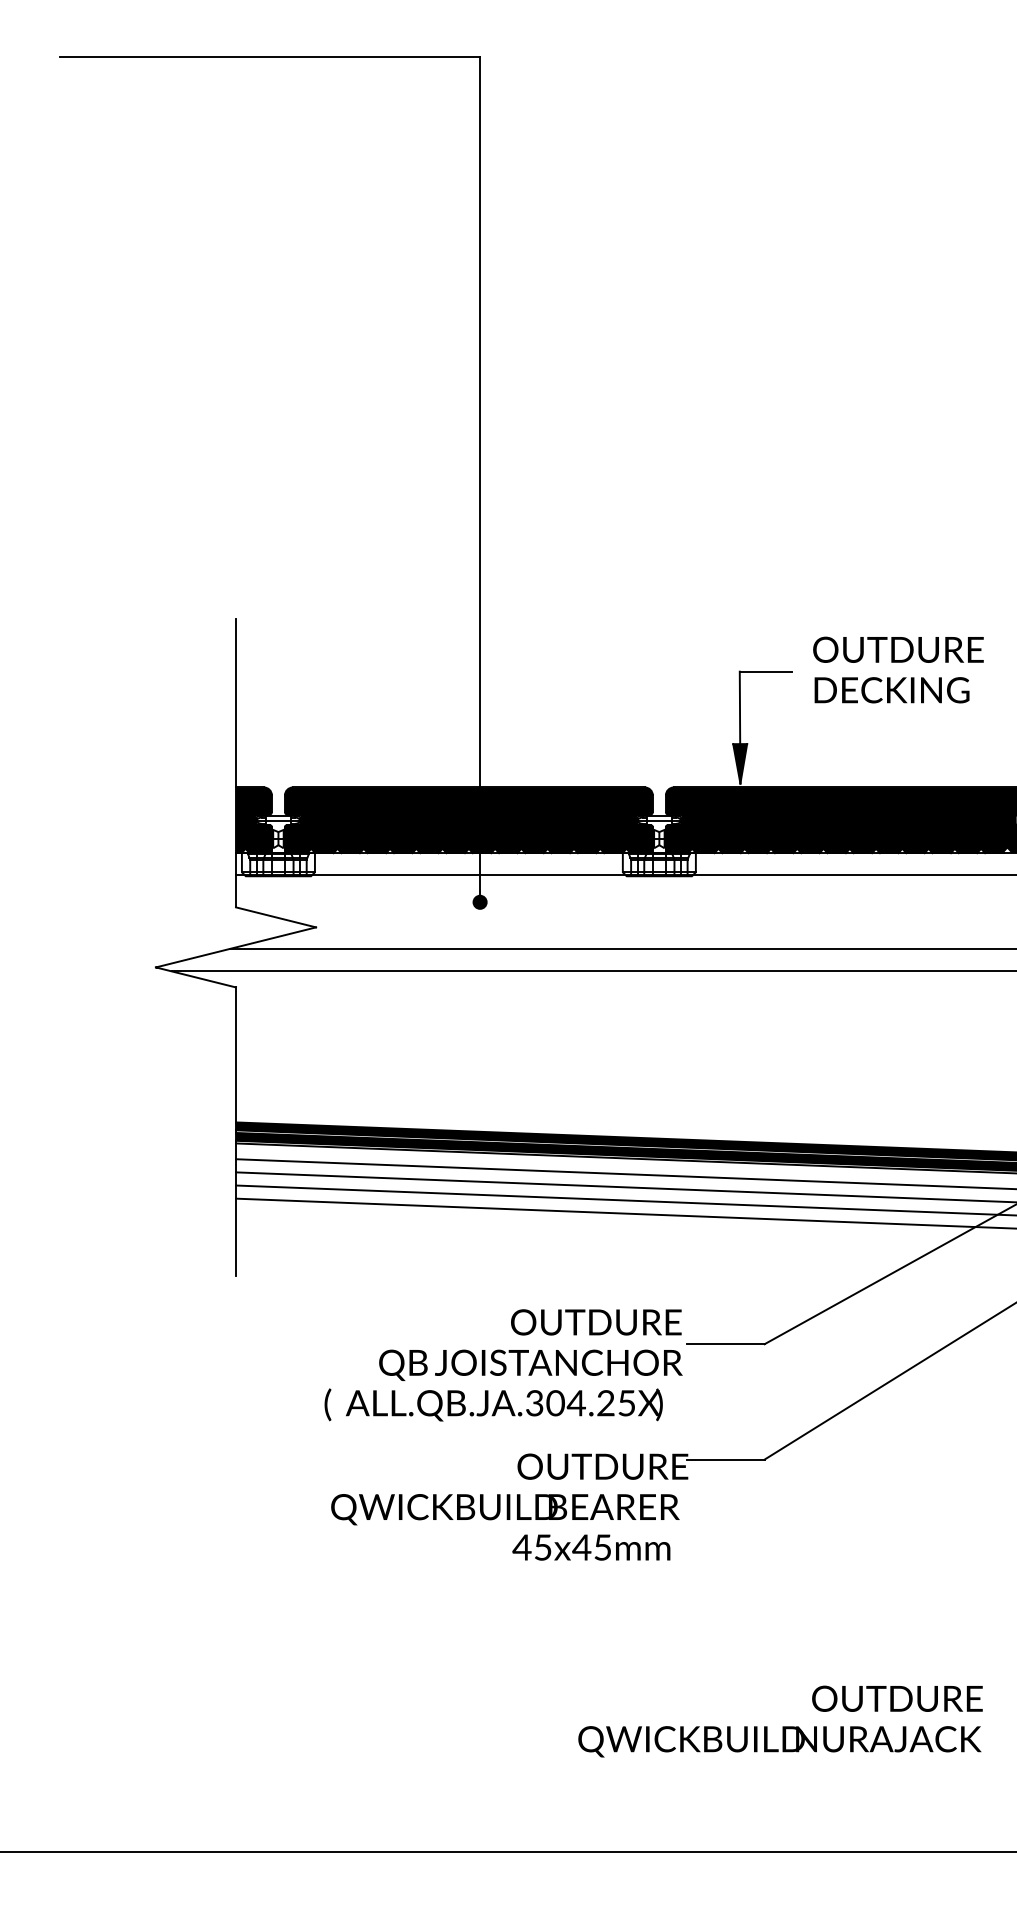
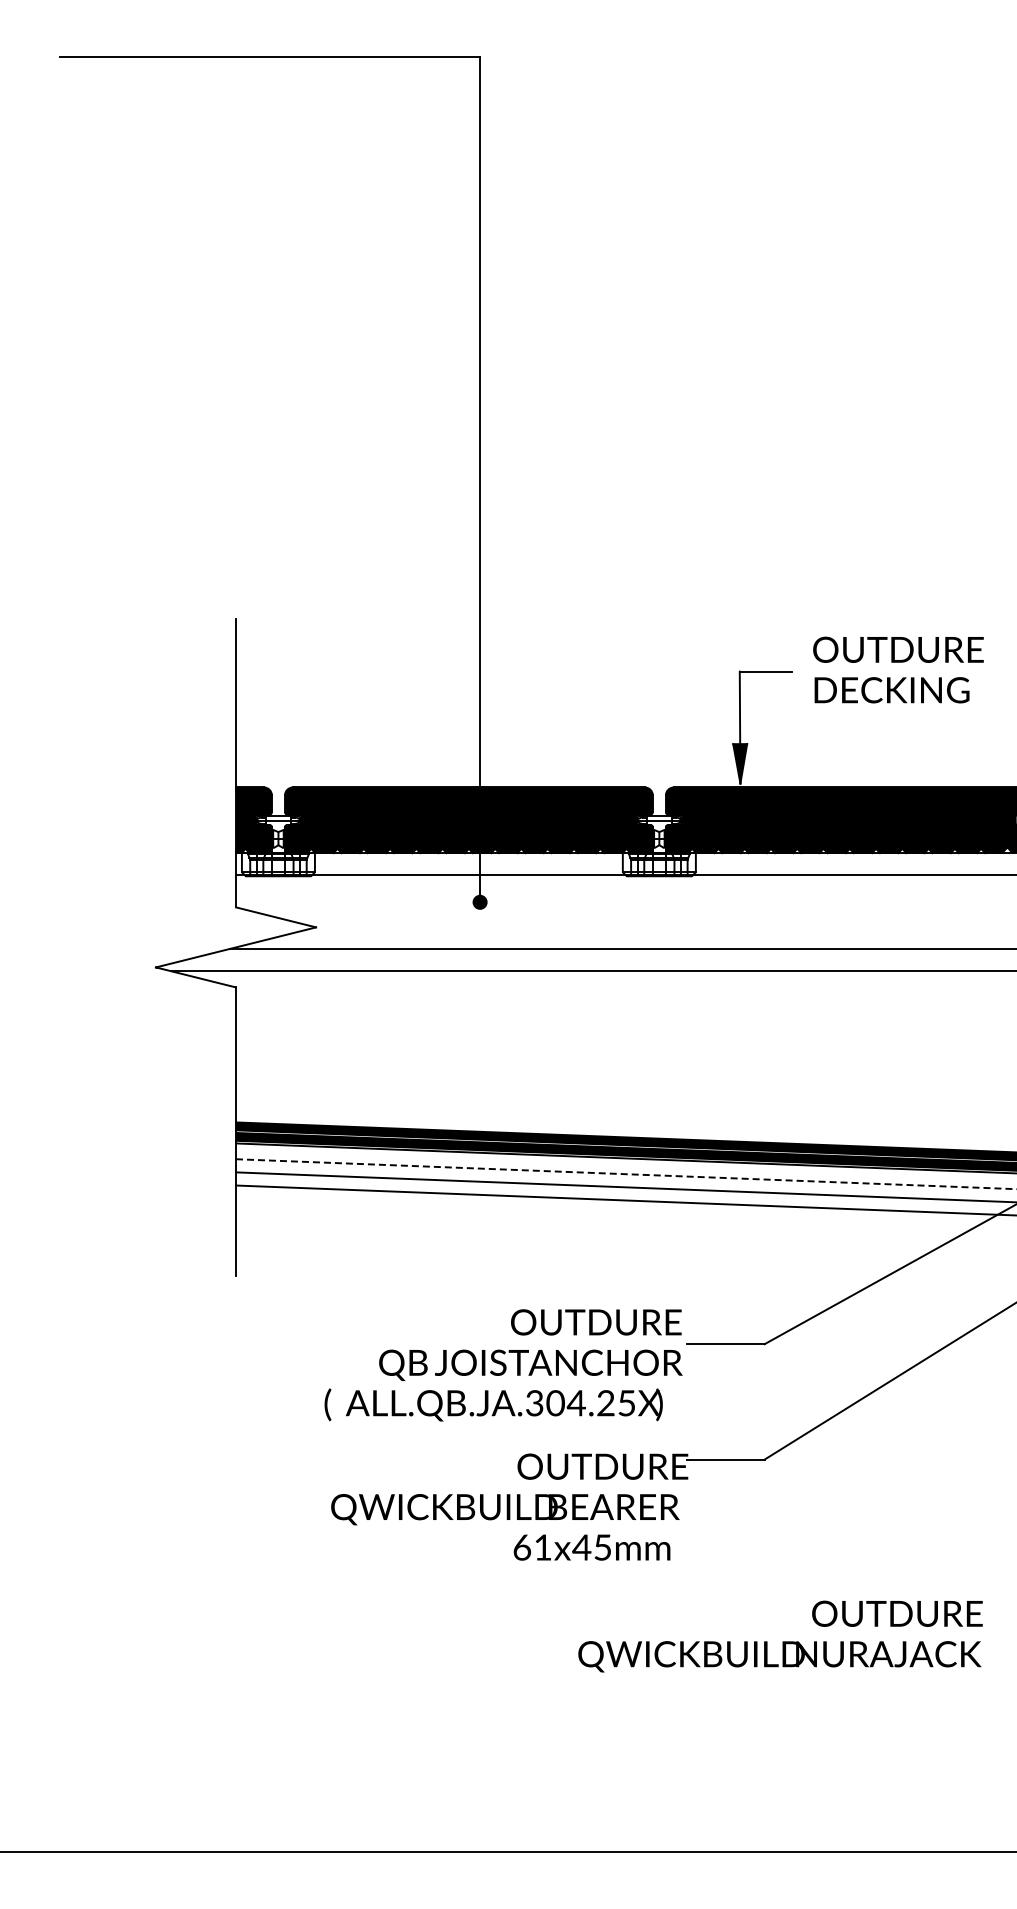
line at (626, 1174): solid -> dashed
line at (624, 1213): present -> none
text at (531, 1547): 45x45mm -> 61x45mm
text at (780, 1721) position: (780, 1721) -> (780, 1636)
